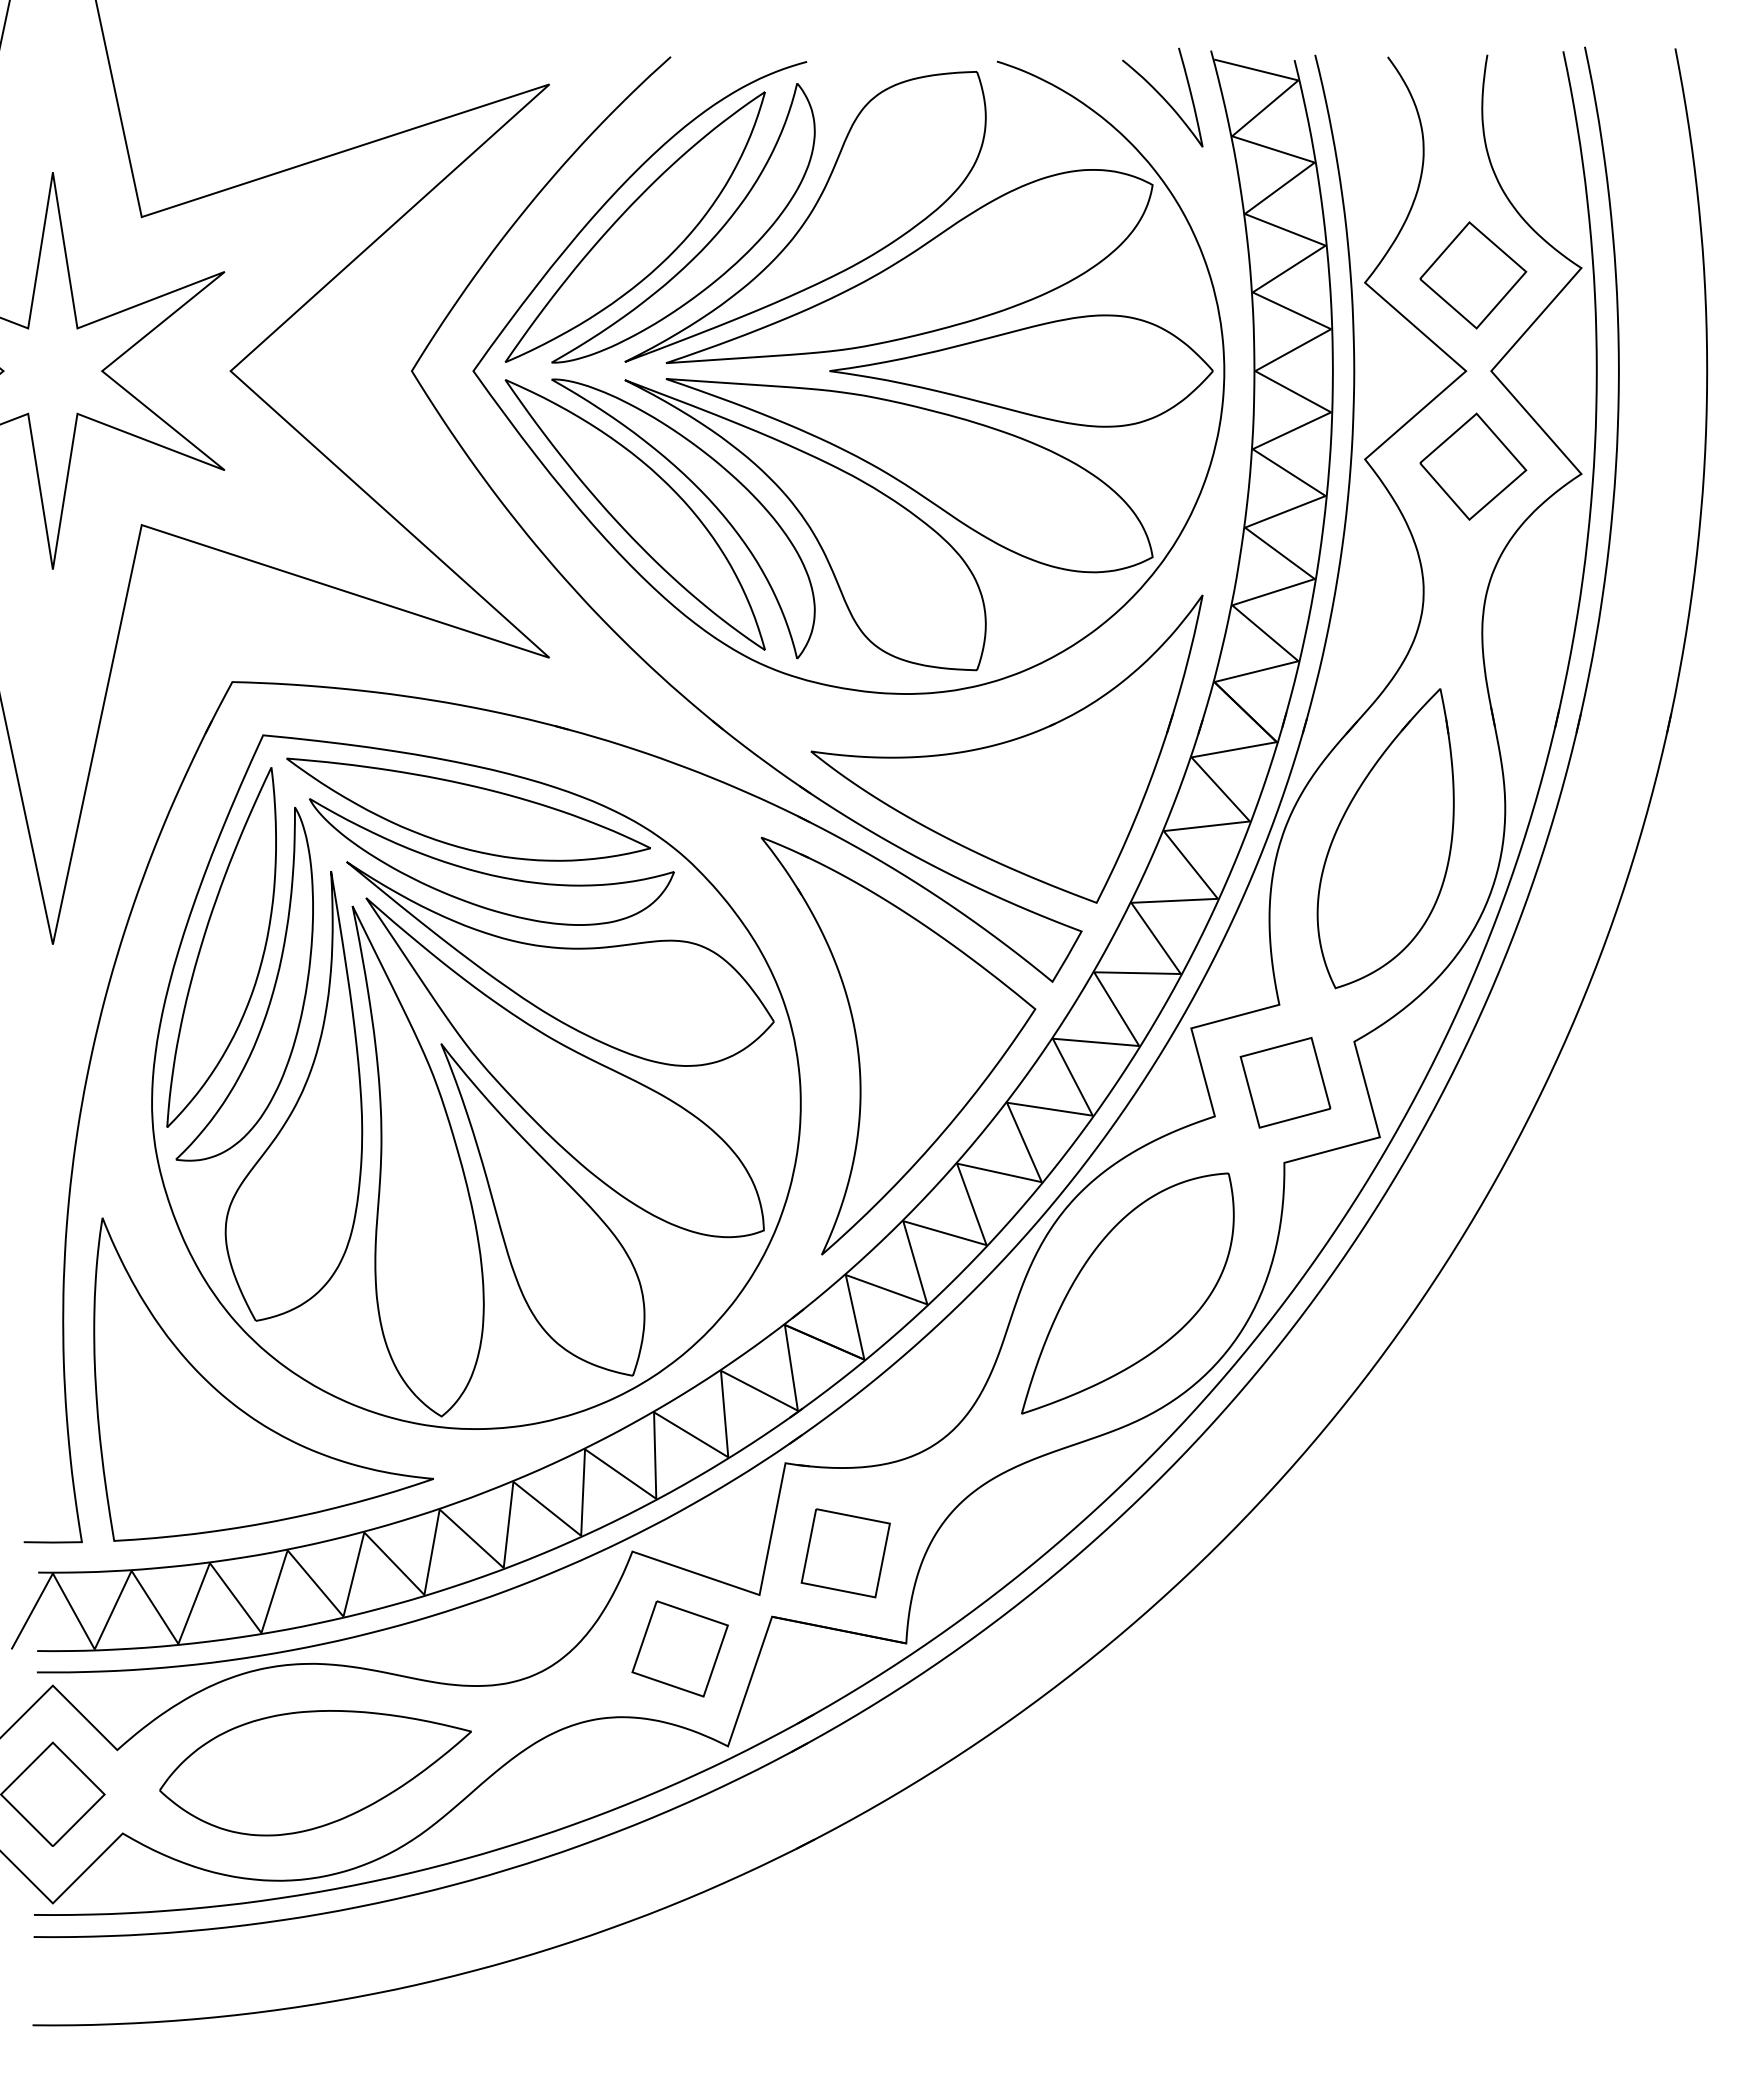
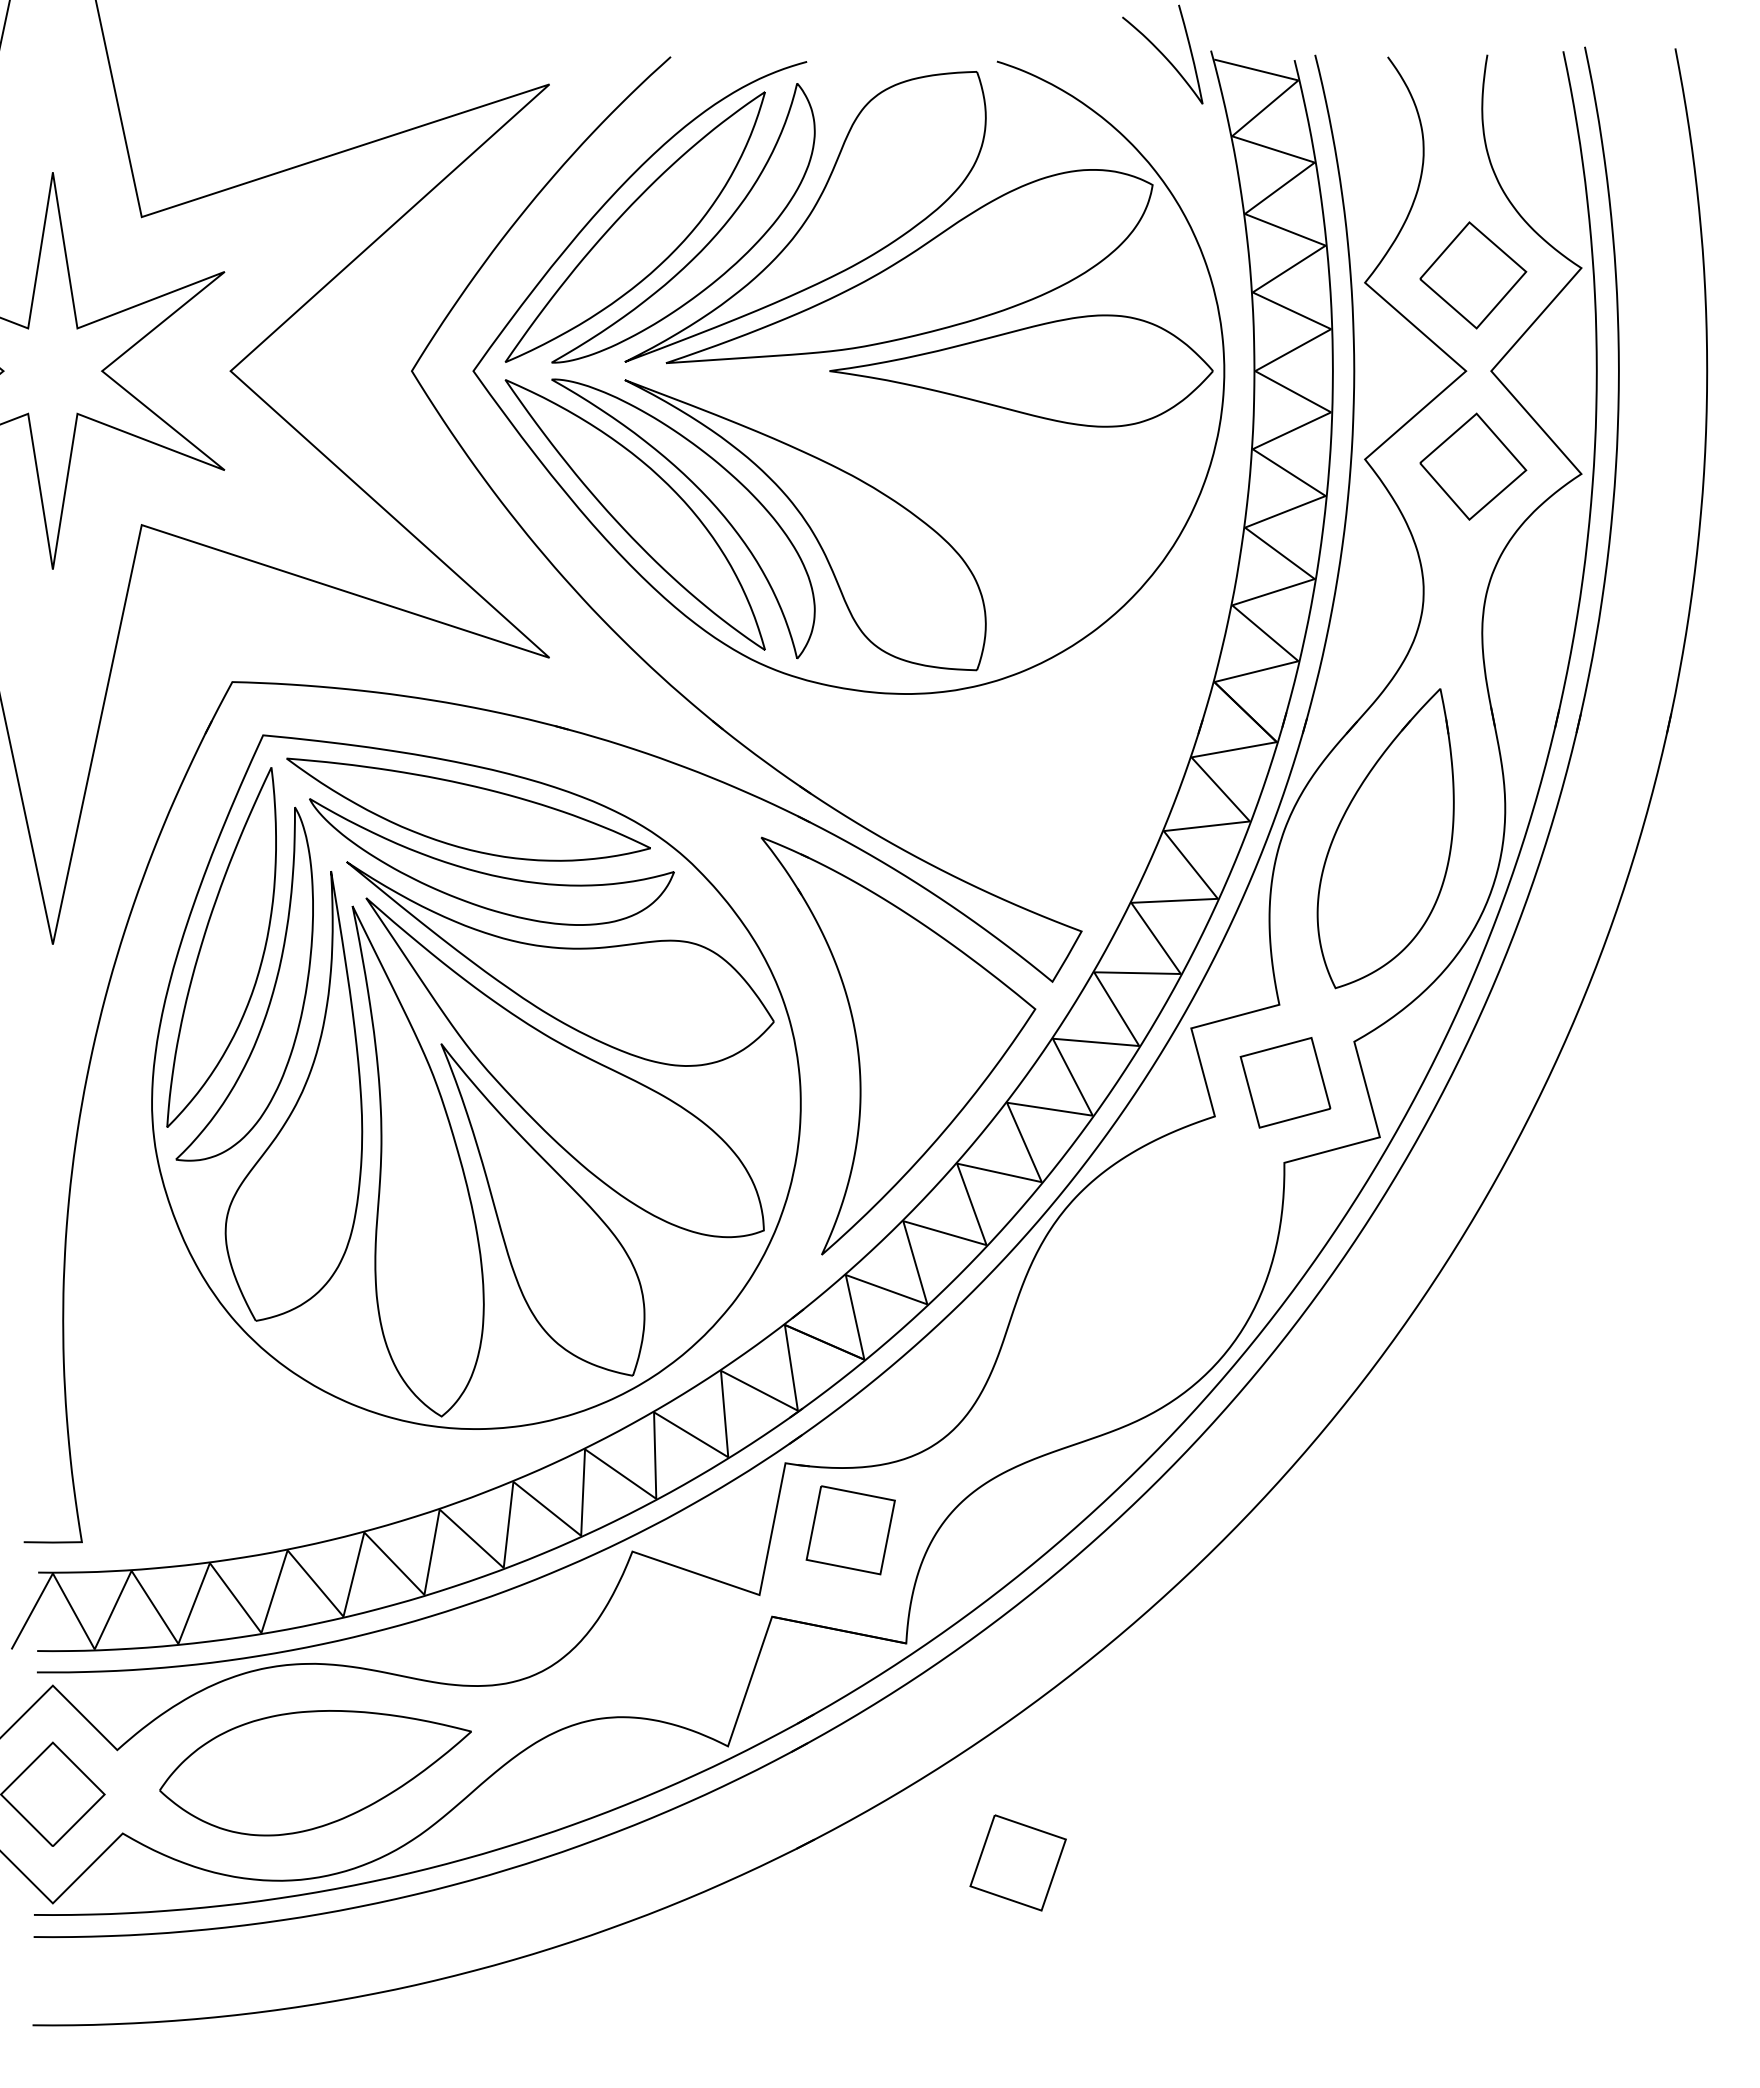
curve at (1162, 97) position: (1162, 97) -> (1162, 54)
part at (909, 475): present -> none
part at (1006, 748): present -> none
part at (1127, 1293): present -> none
part at (242, 1409): present -> none
part at (845, 1553) position: (845, 1553) -> (850, 1530)
part at (679, 1648) position: (679, 1648) -> (1017, 1862)
